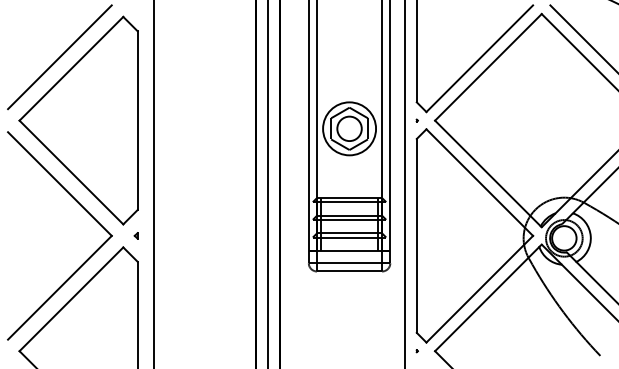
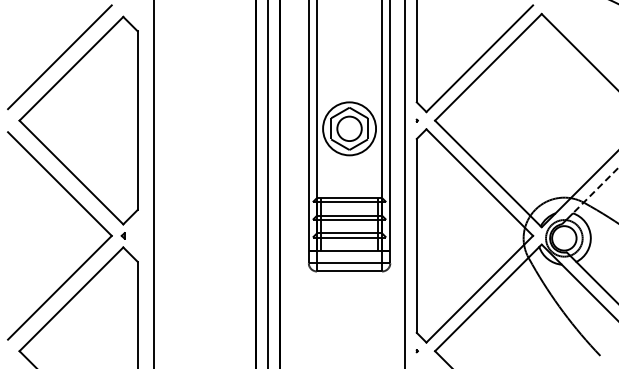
line at (582, 37): present -> none
line at (595, 190): solid -> dashed
part at (135, 235) position: (135, 235) -> (122, 235)
